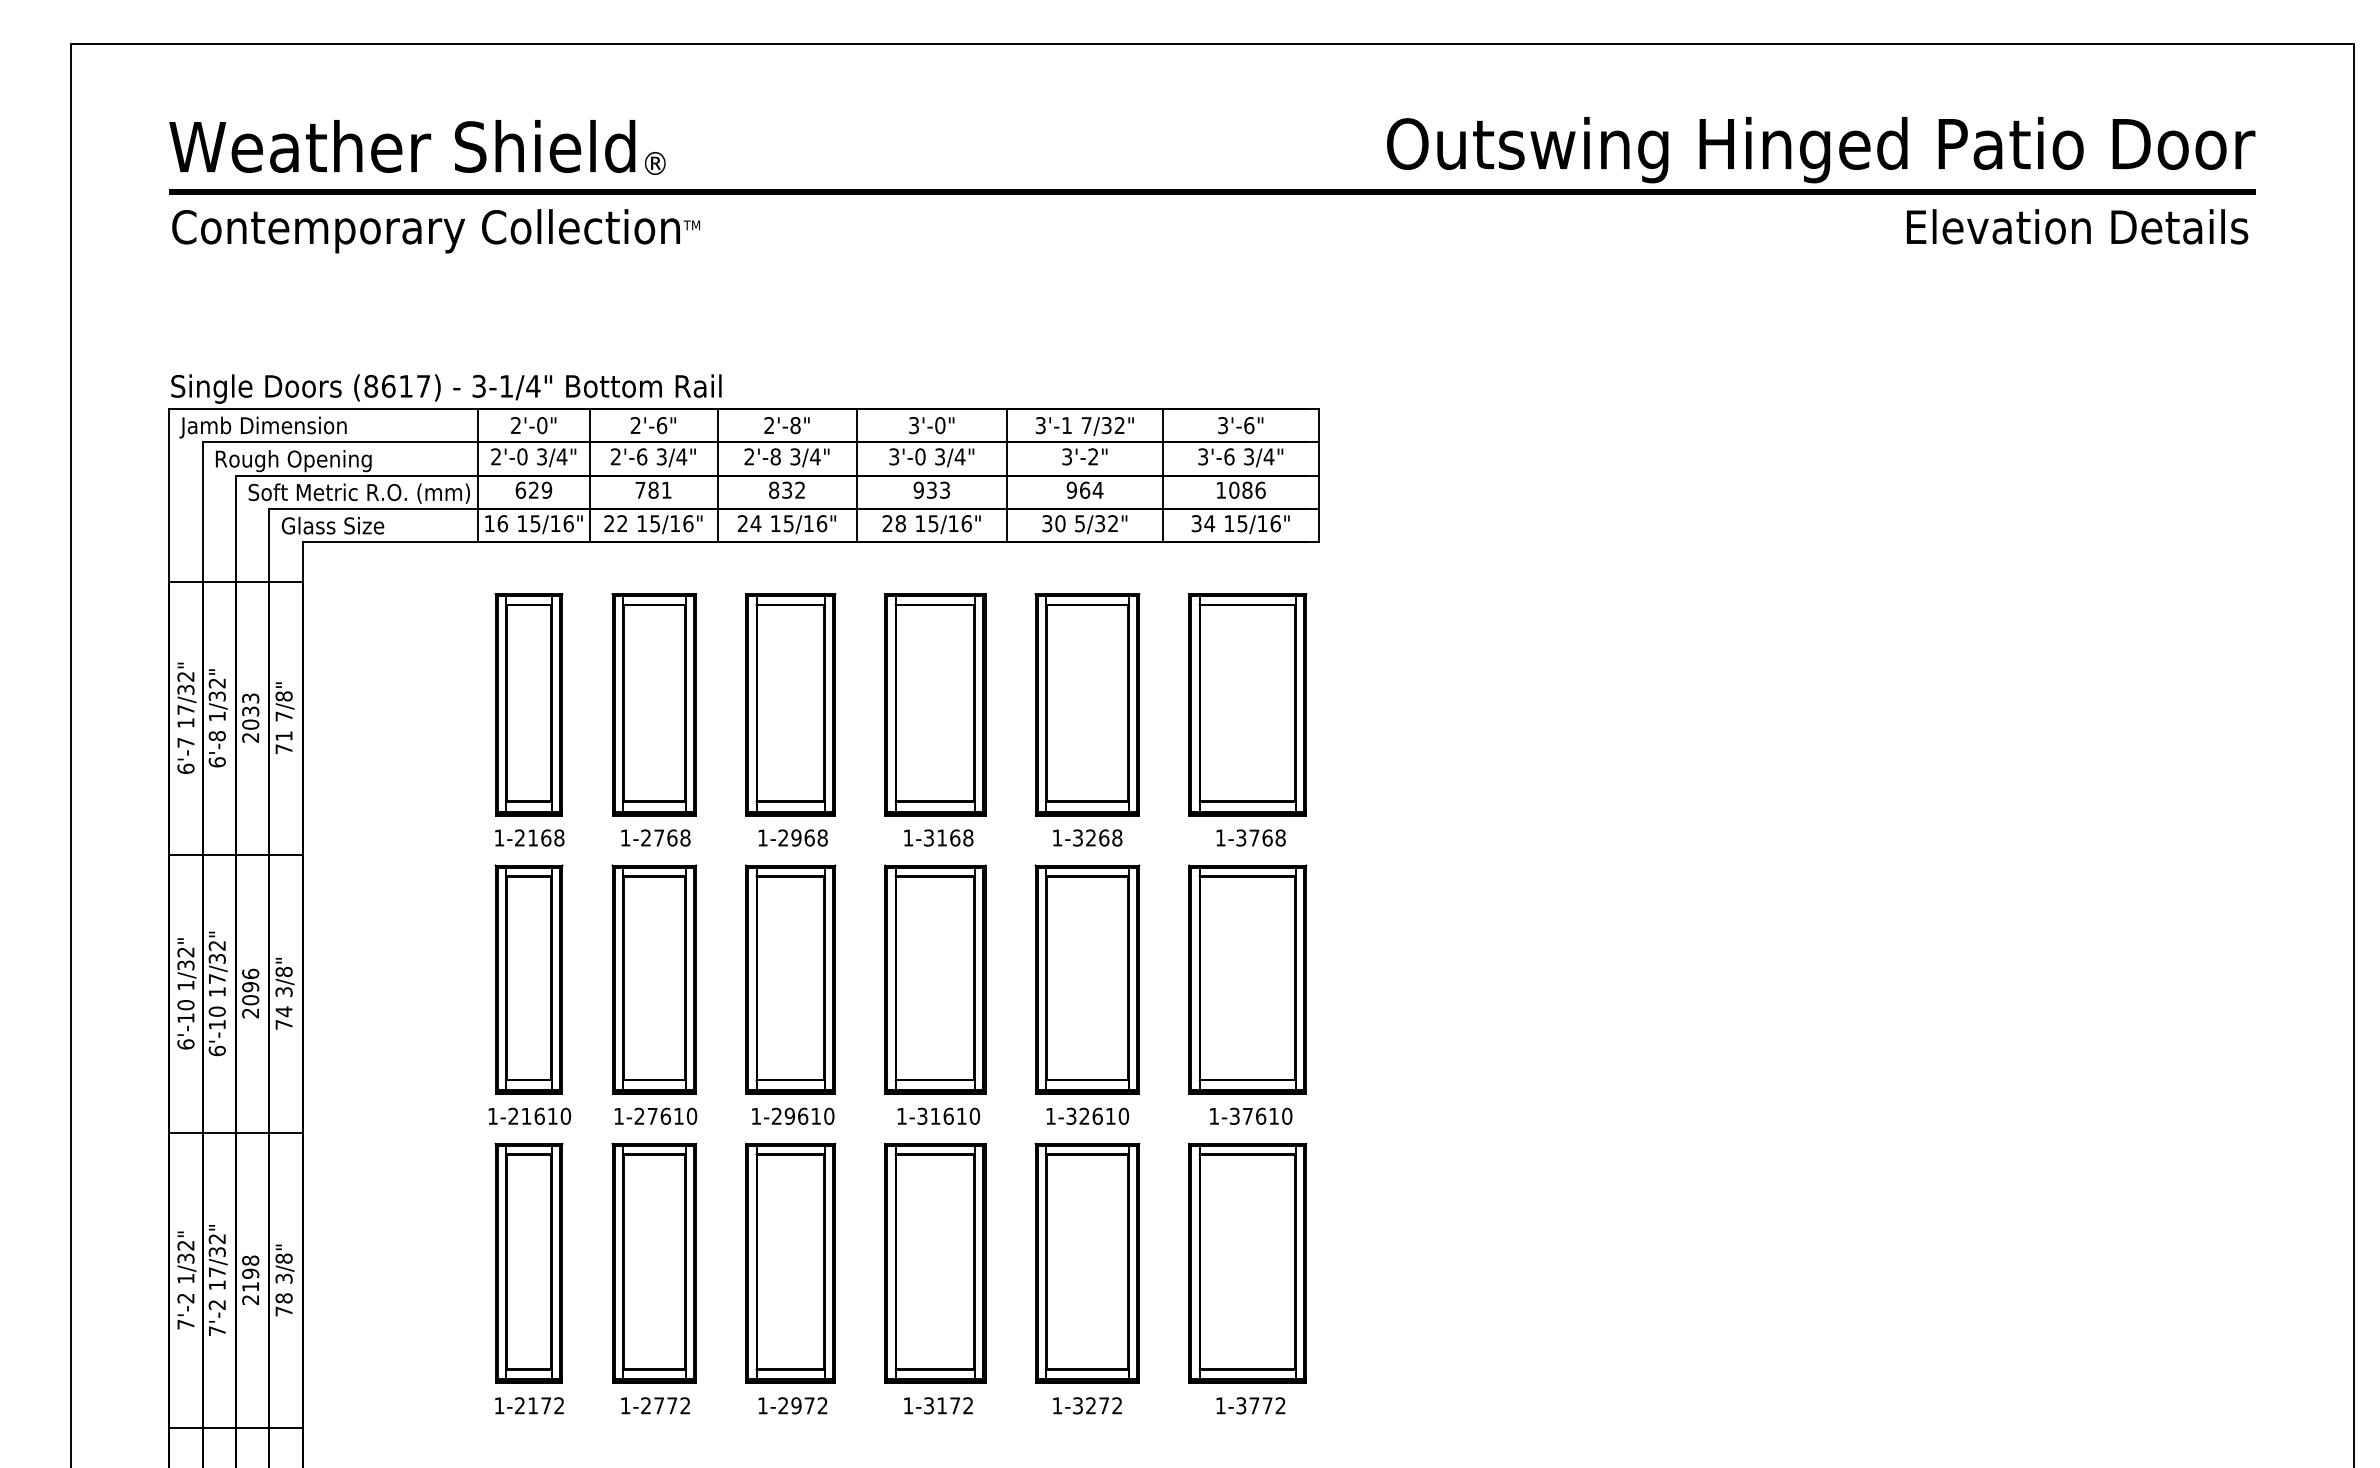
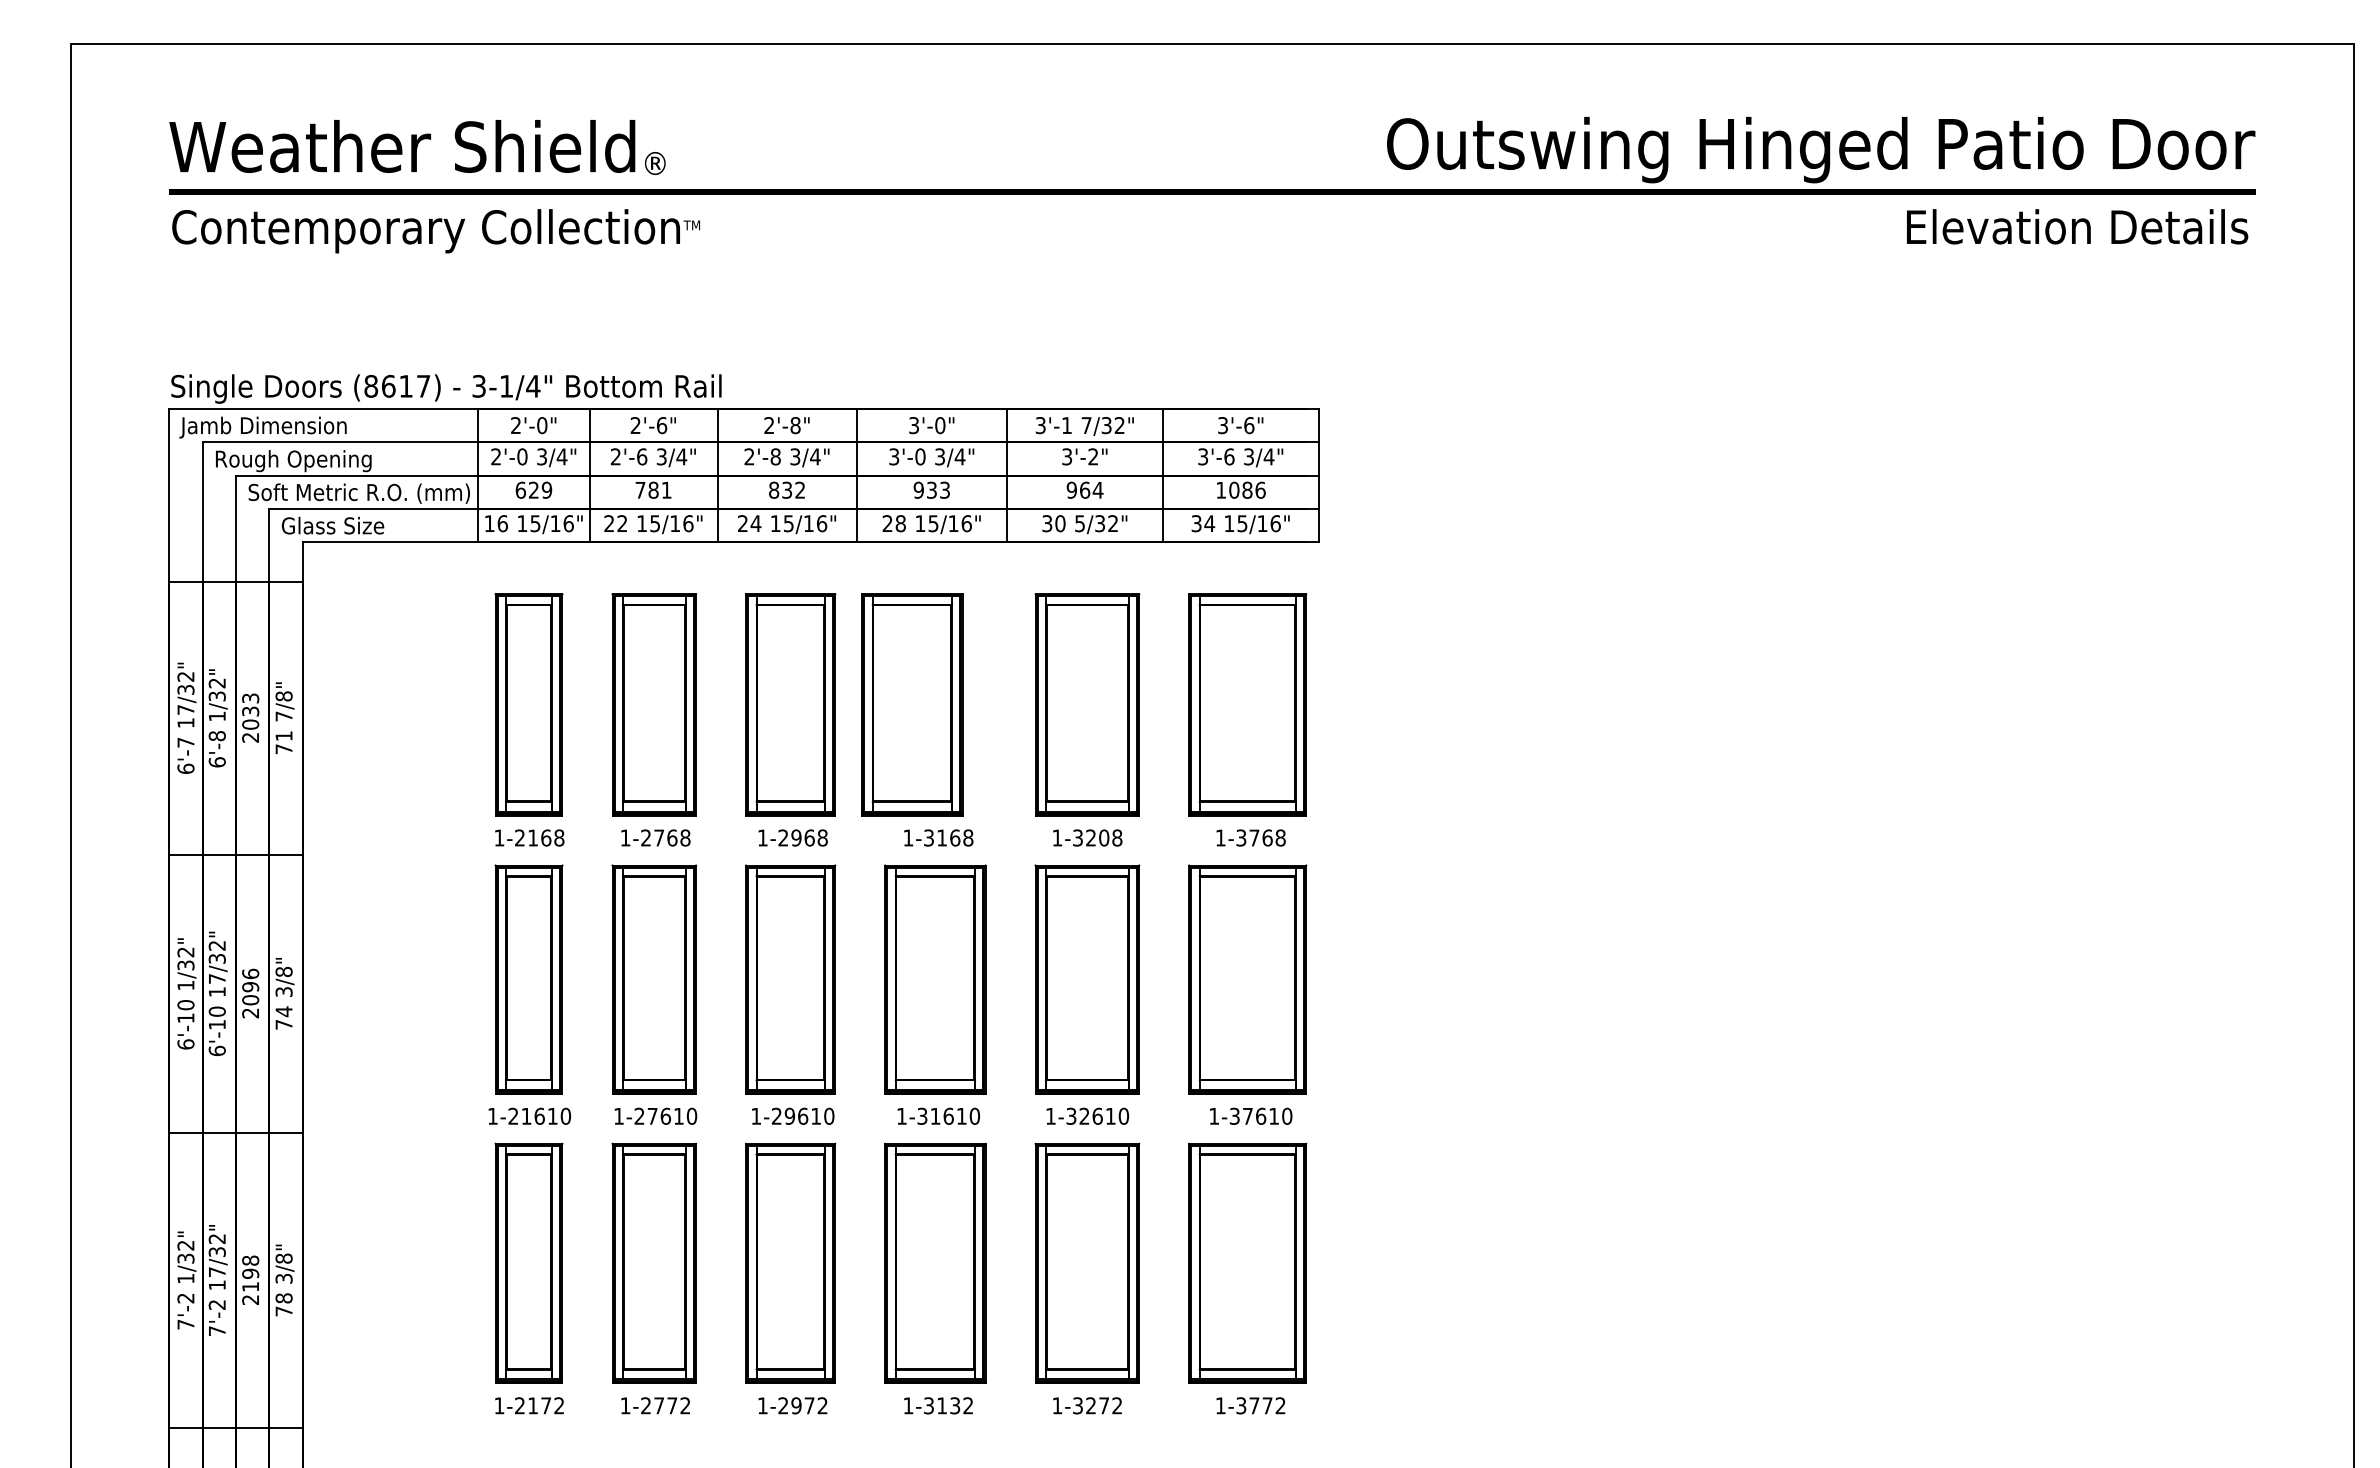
part at (935, 704) position: (935, 704) -> (912, 704)
text at (1104, 837): 1-3268 -> 1-3208
text at (955, 1405): 1-3172 -> 1-3132
